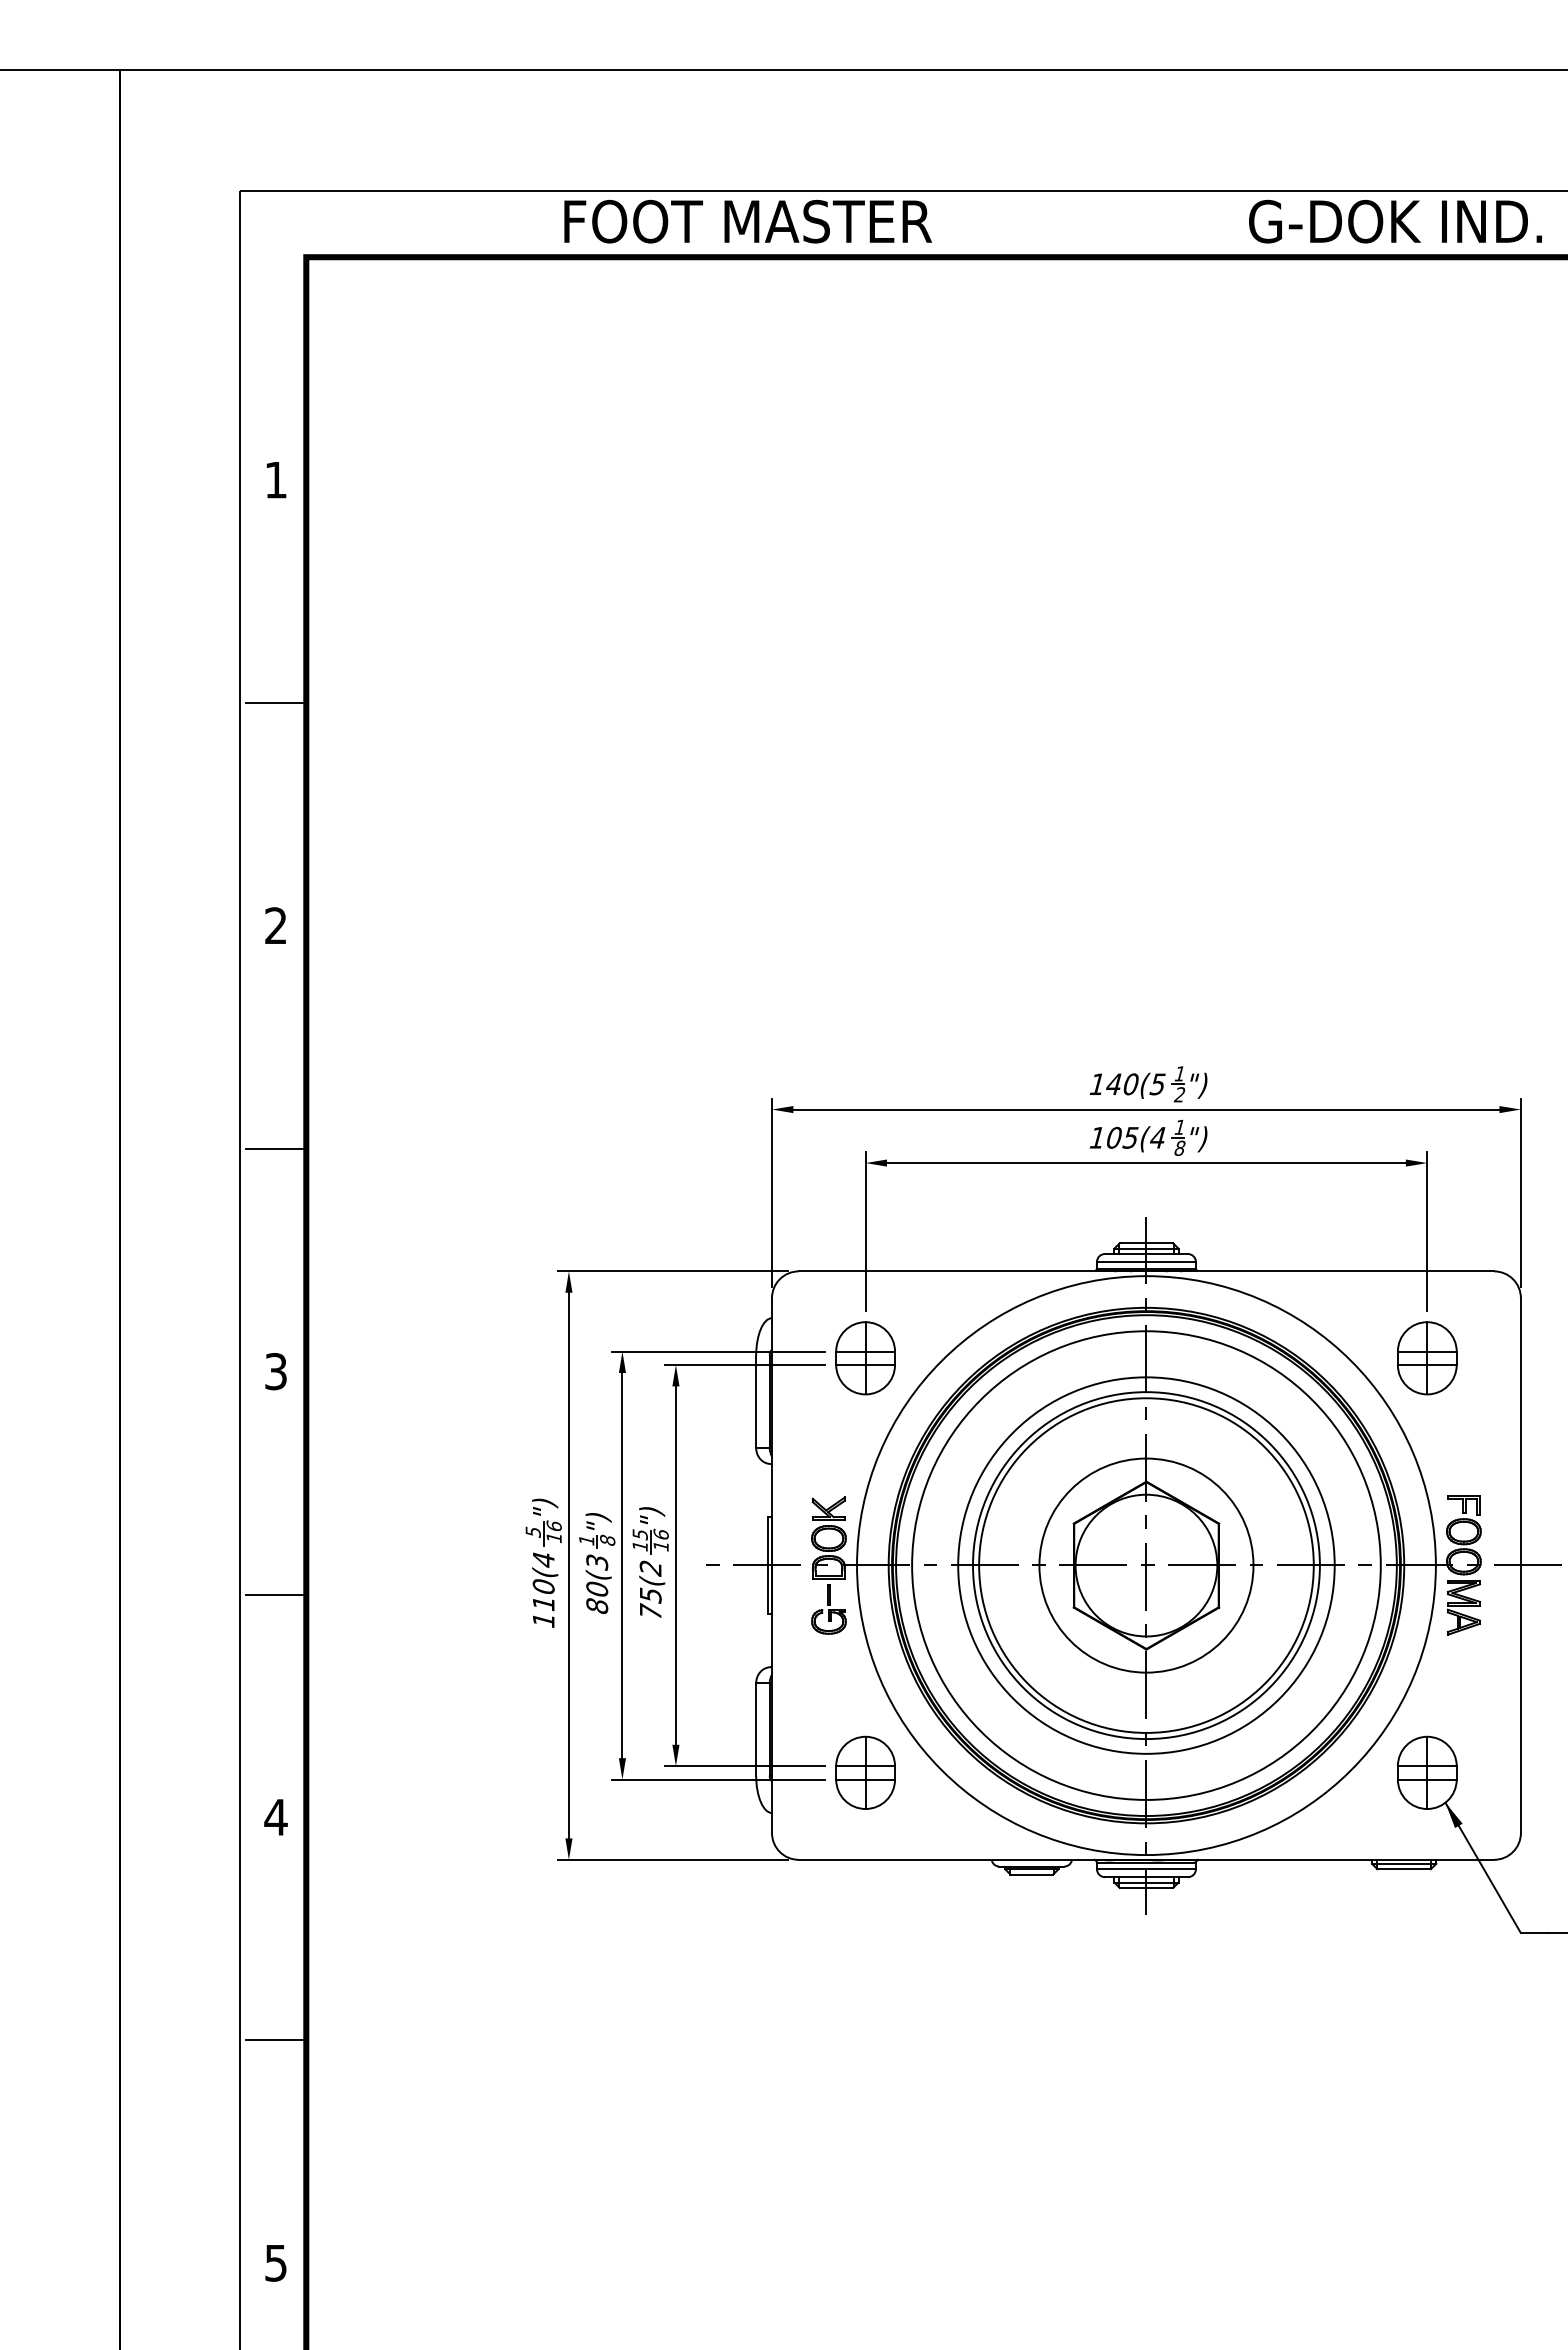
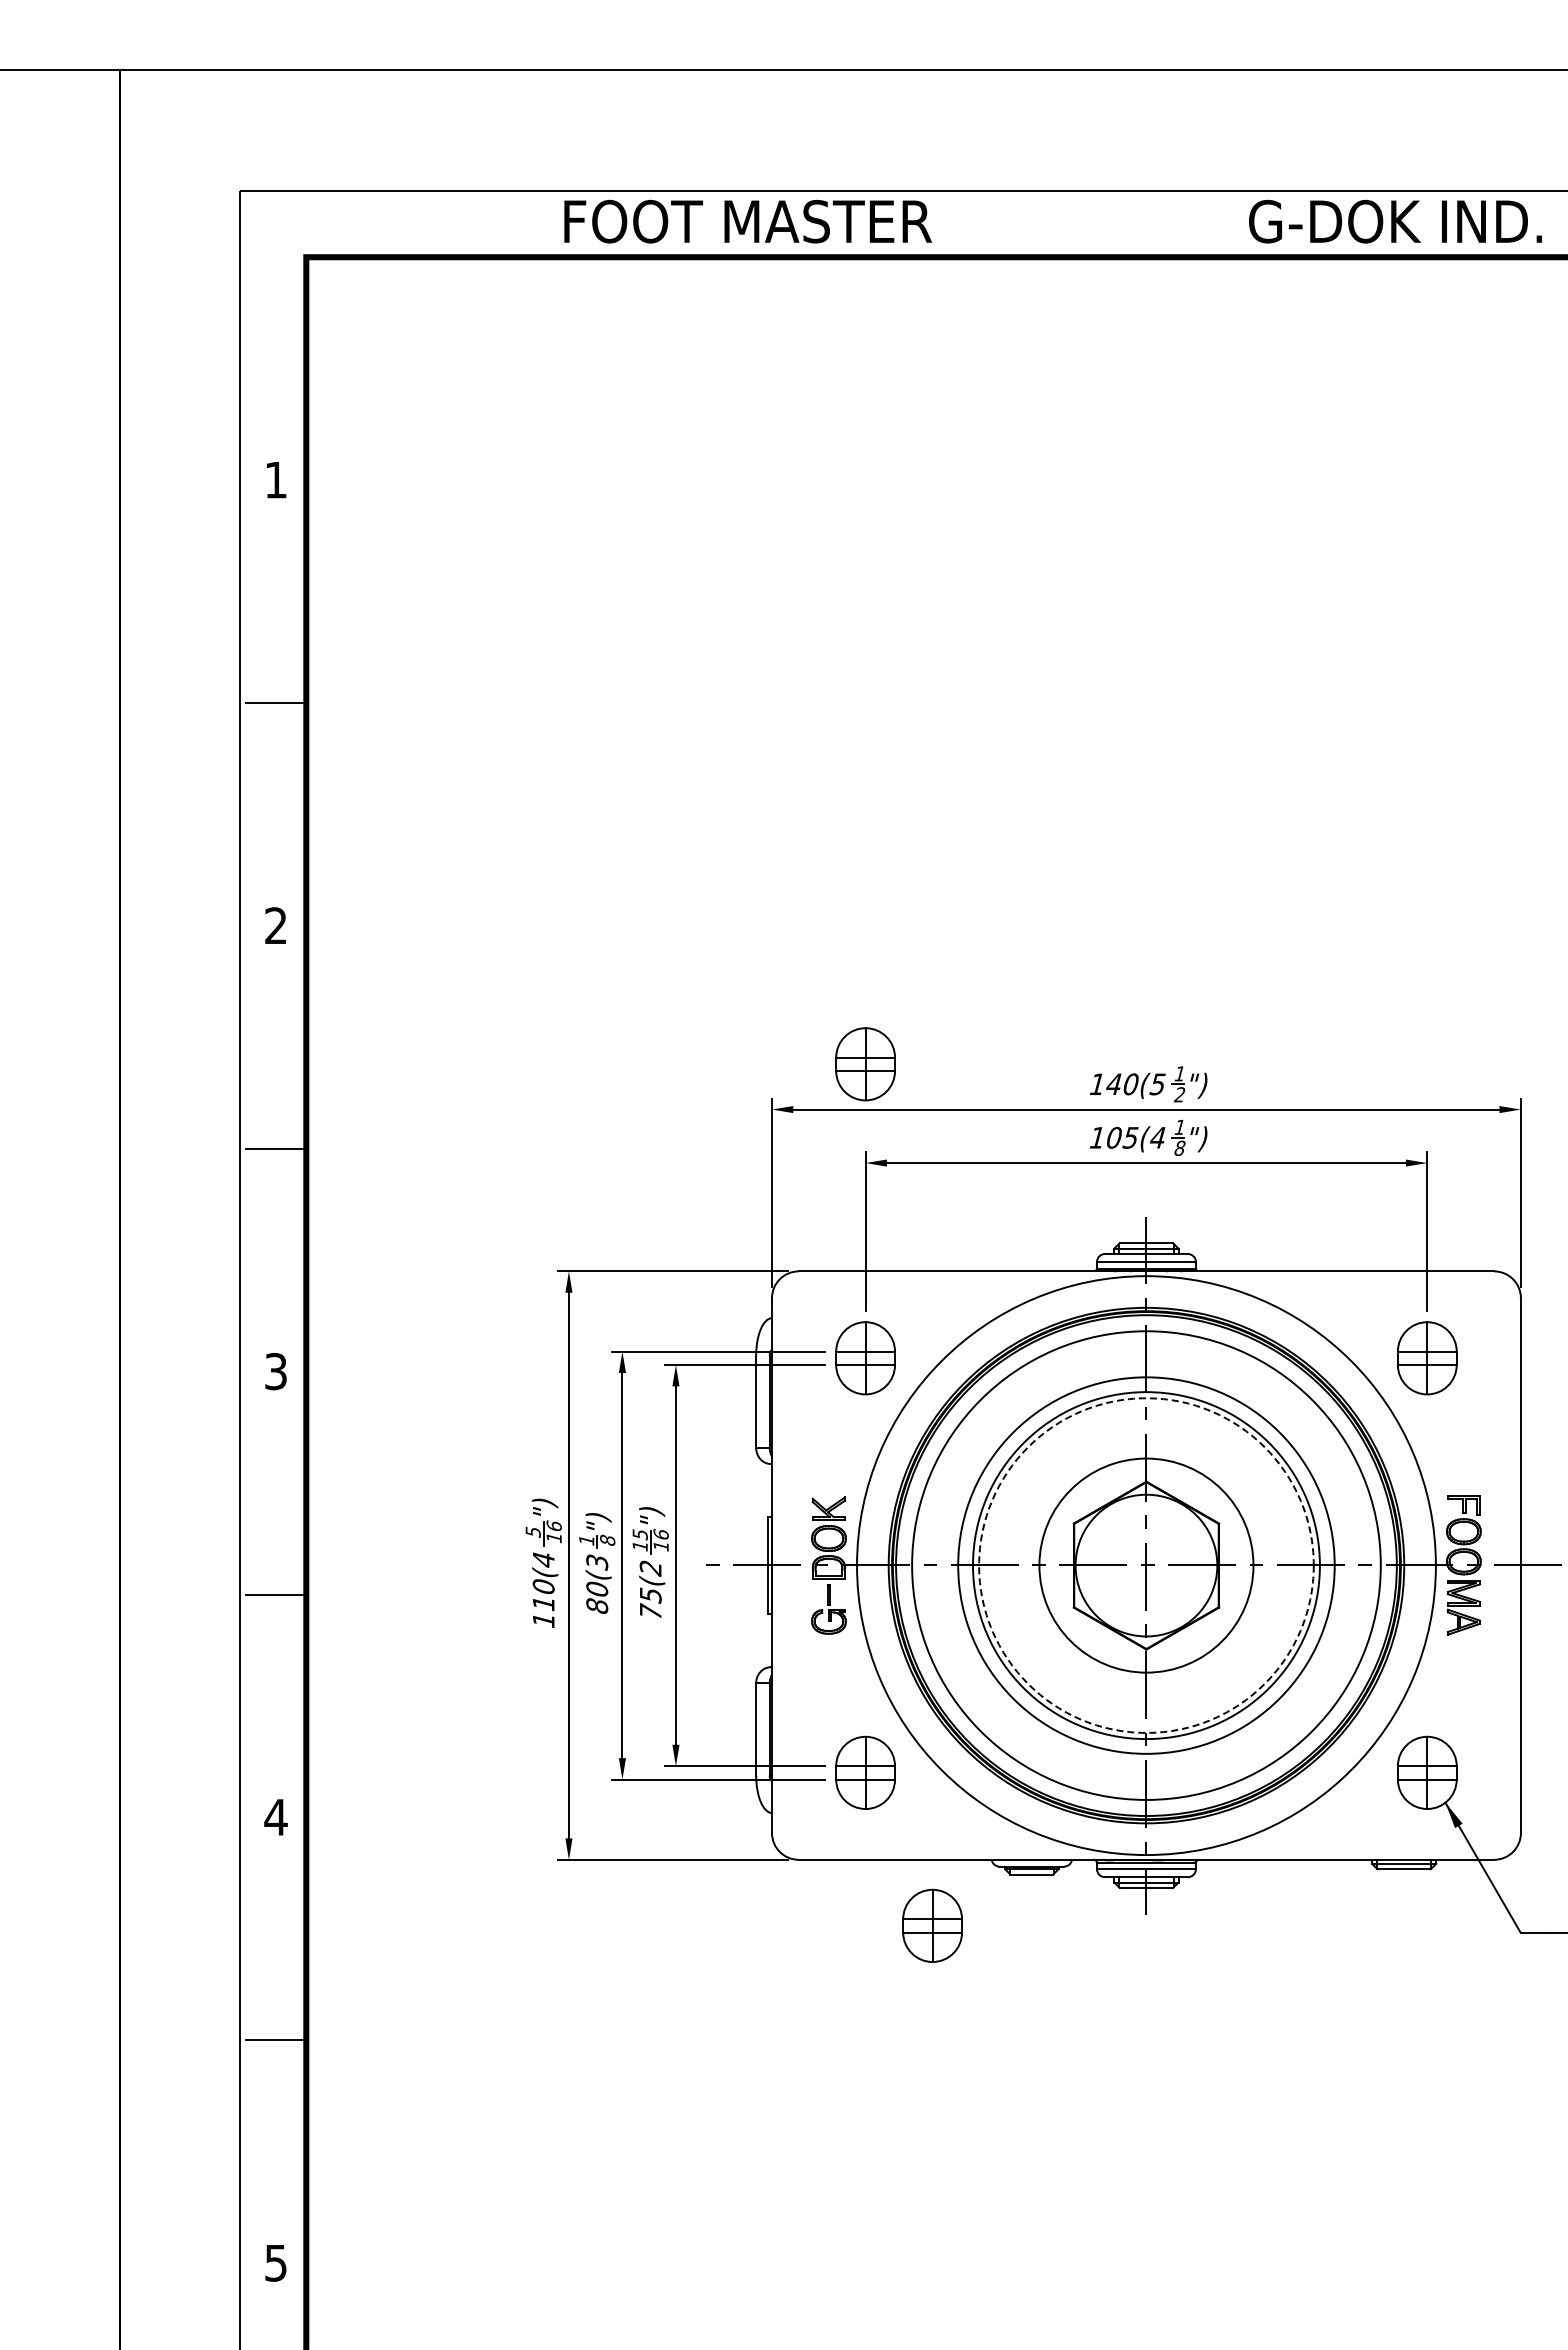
part at (865, 1064): none -> present
circle at (1146, 1565): solid -> dashed
part at (932, 1925): none -> present
